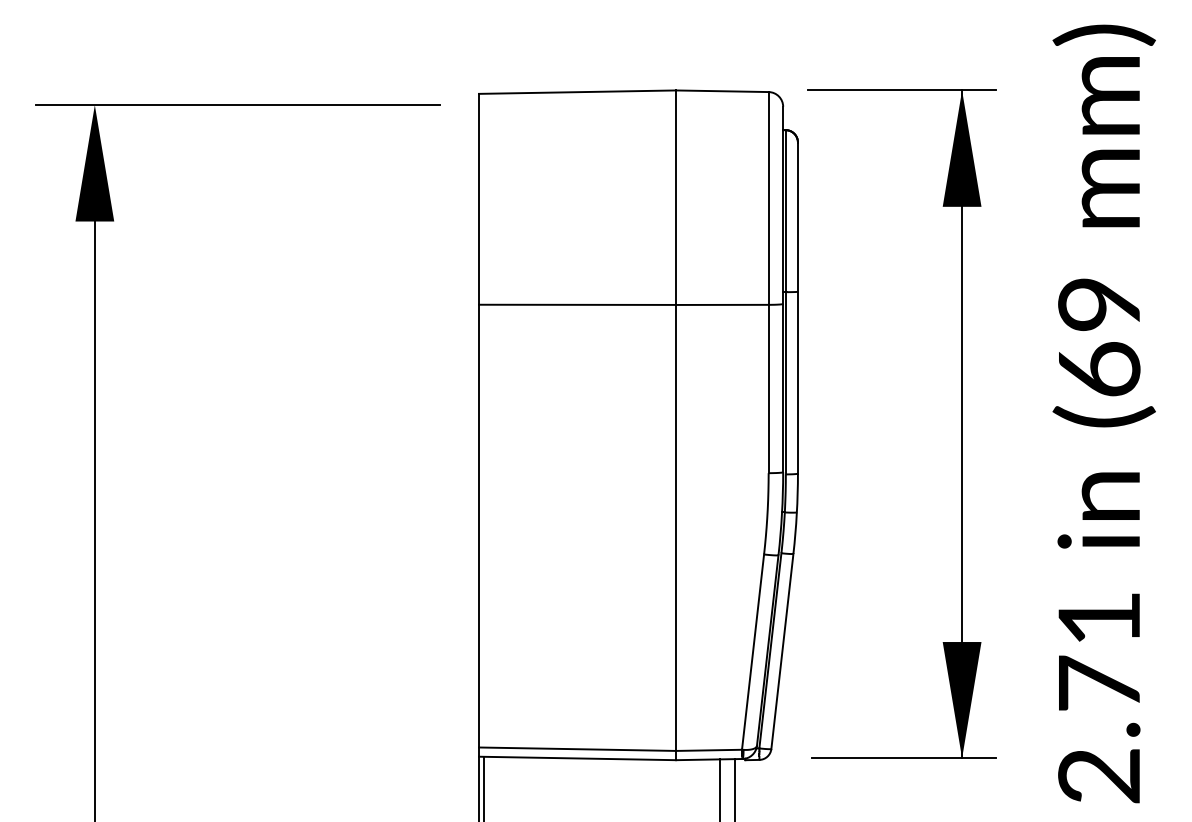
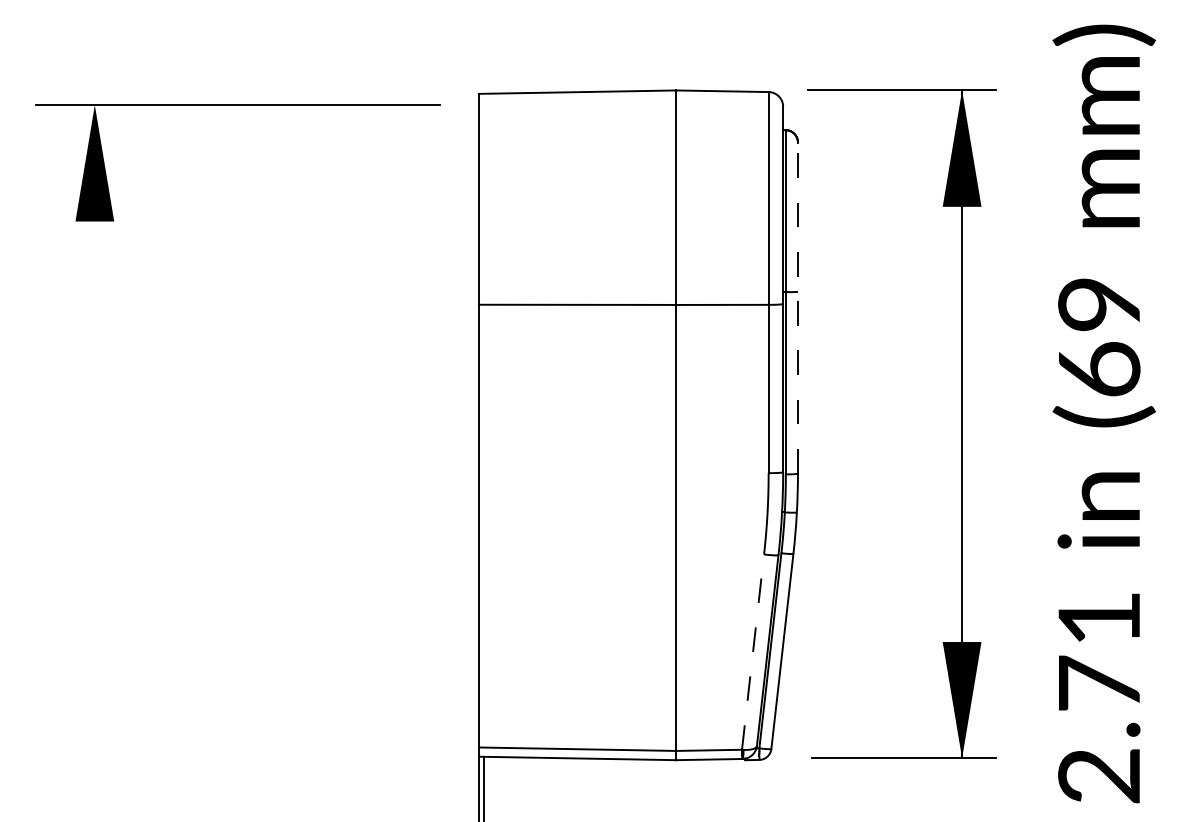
line at (797, 308): solid -> dashed
line at (94, 483): present -> none
line at (753, 651): solid -> dashed
line at (720, 788): present -> none
line at (735, 788): present -> none
